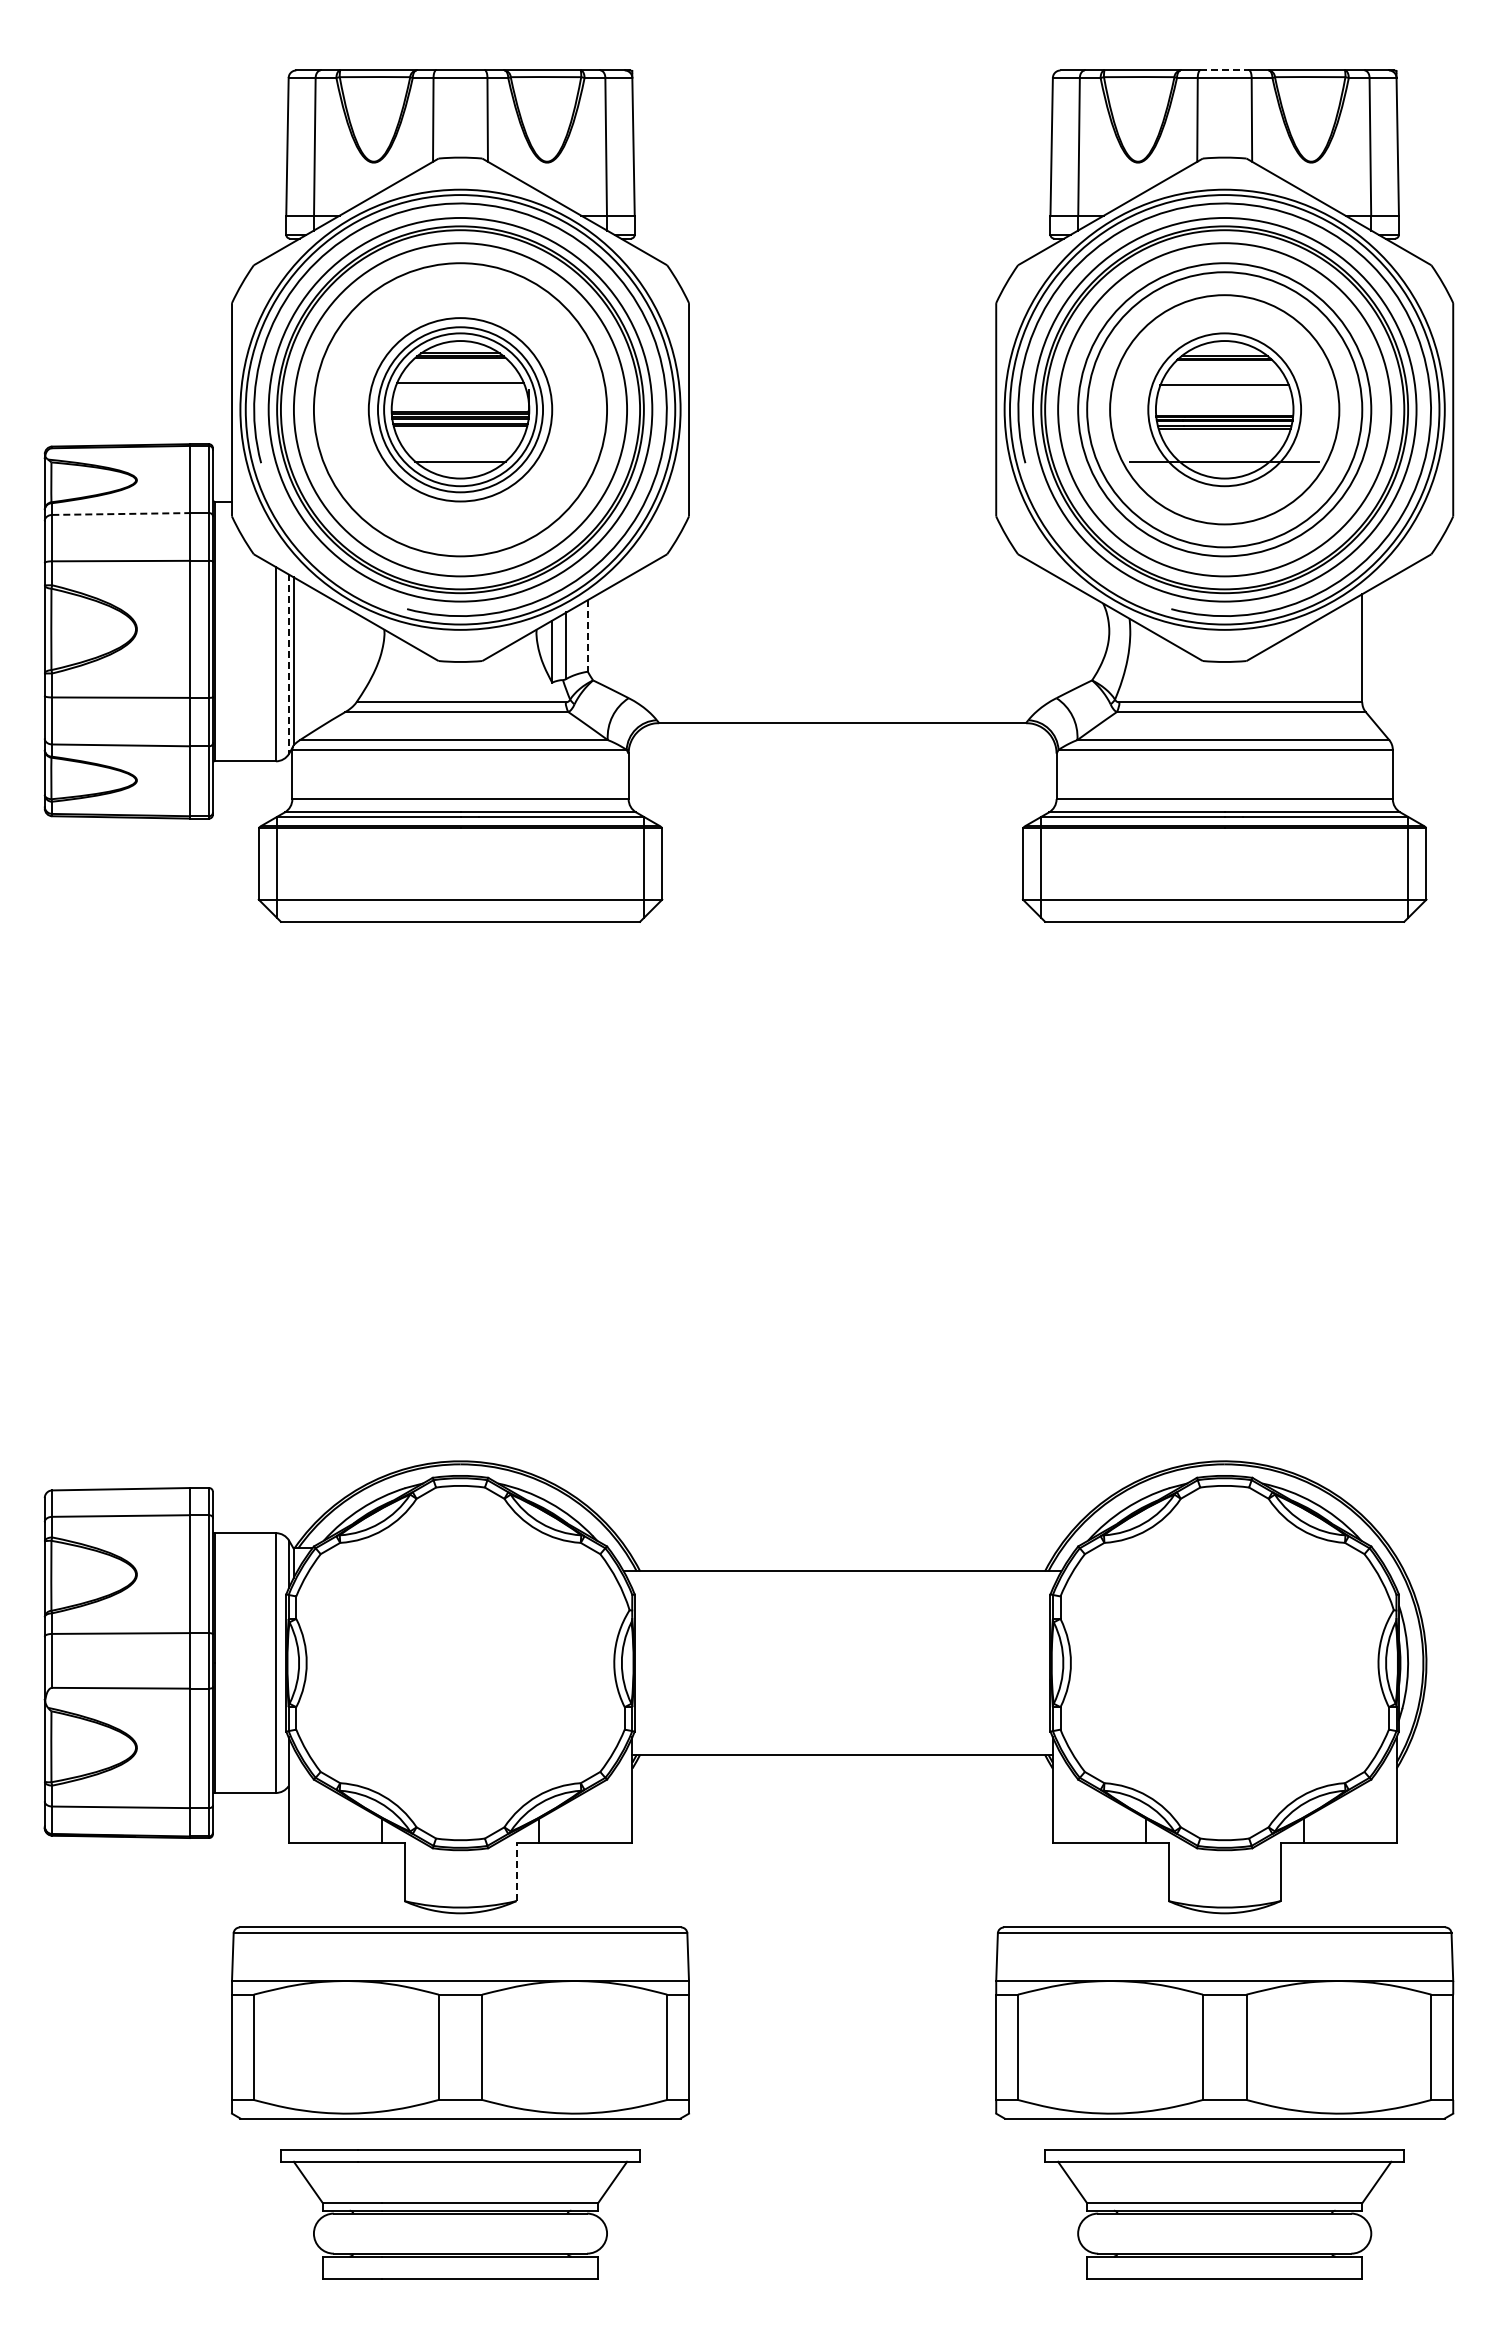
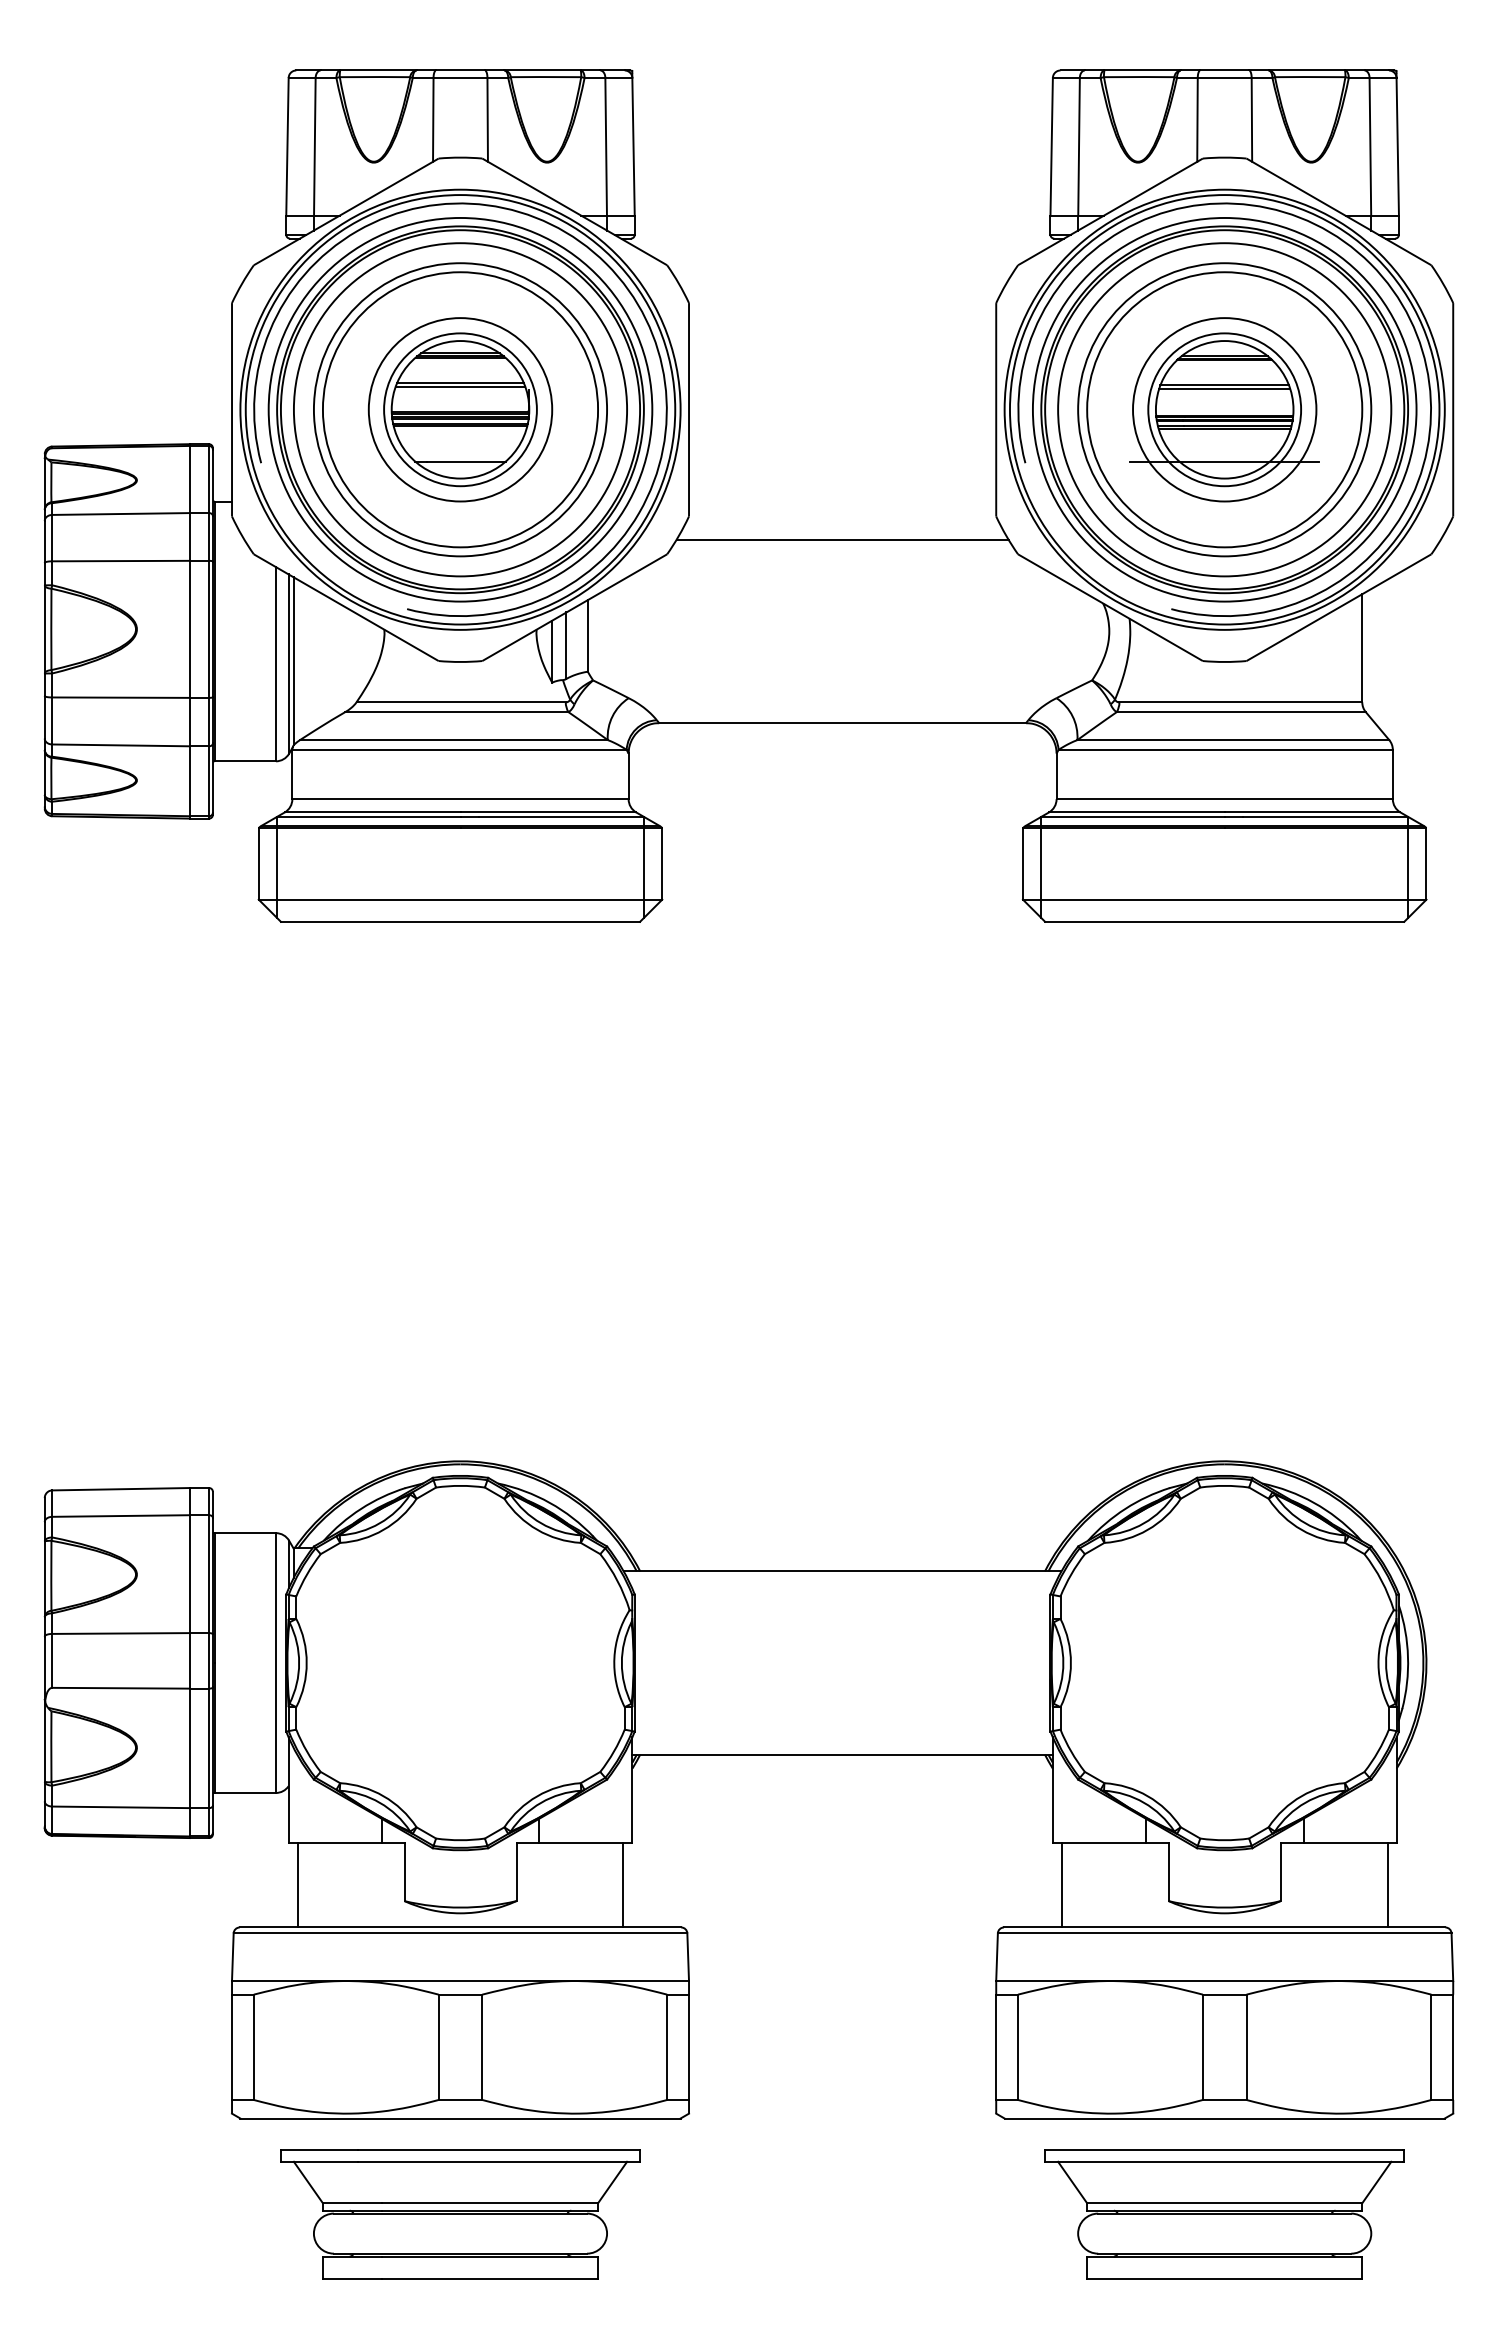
line at (1225, 70): dashed -> solid
line at (460, 386): none -> present
line at (1224, 389): none -> present
circle at (460, 409) diameter: 165 px -> 275 px
circle at (1224, 409) diameter: 229 px -> 183 px
line at (121, 514): dashed -> solid
line at (842, 539): none -> present
line at (587, 635): dashed -> solid
line at (289, 664): dashed -> solid
line at (516, 1871): dashed -> solid
line at (297, 1884): none -> present
line at (623, 1884): none -> present
line at (1061, 1884): none -> present
line at (1387, 1884): none -> present
